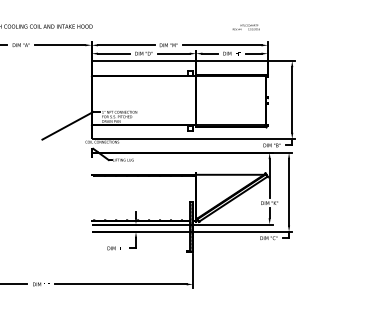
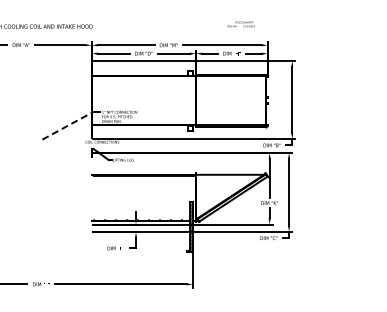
text at (245, 27) position: (245, 27) -> (240, 24)
line at (67, 125): solid -> dashed
